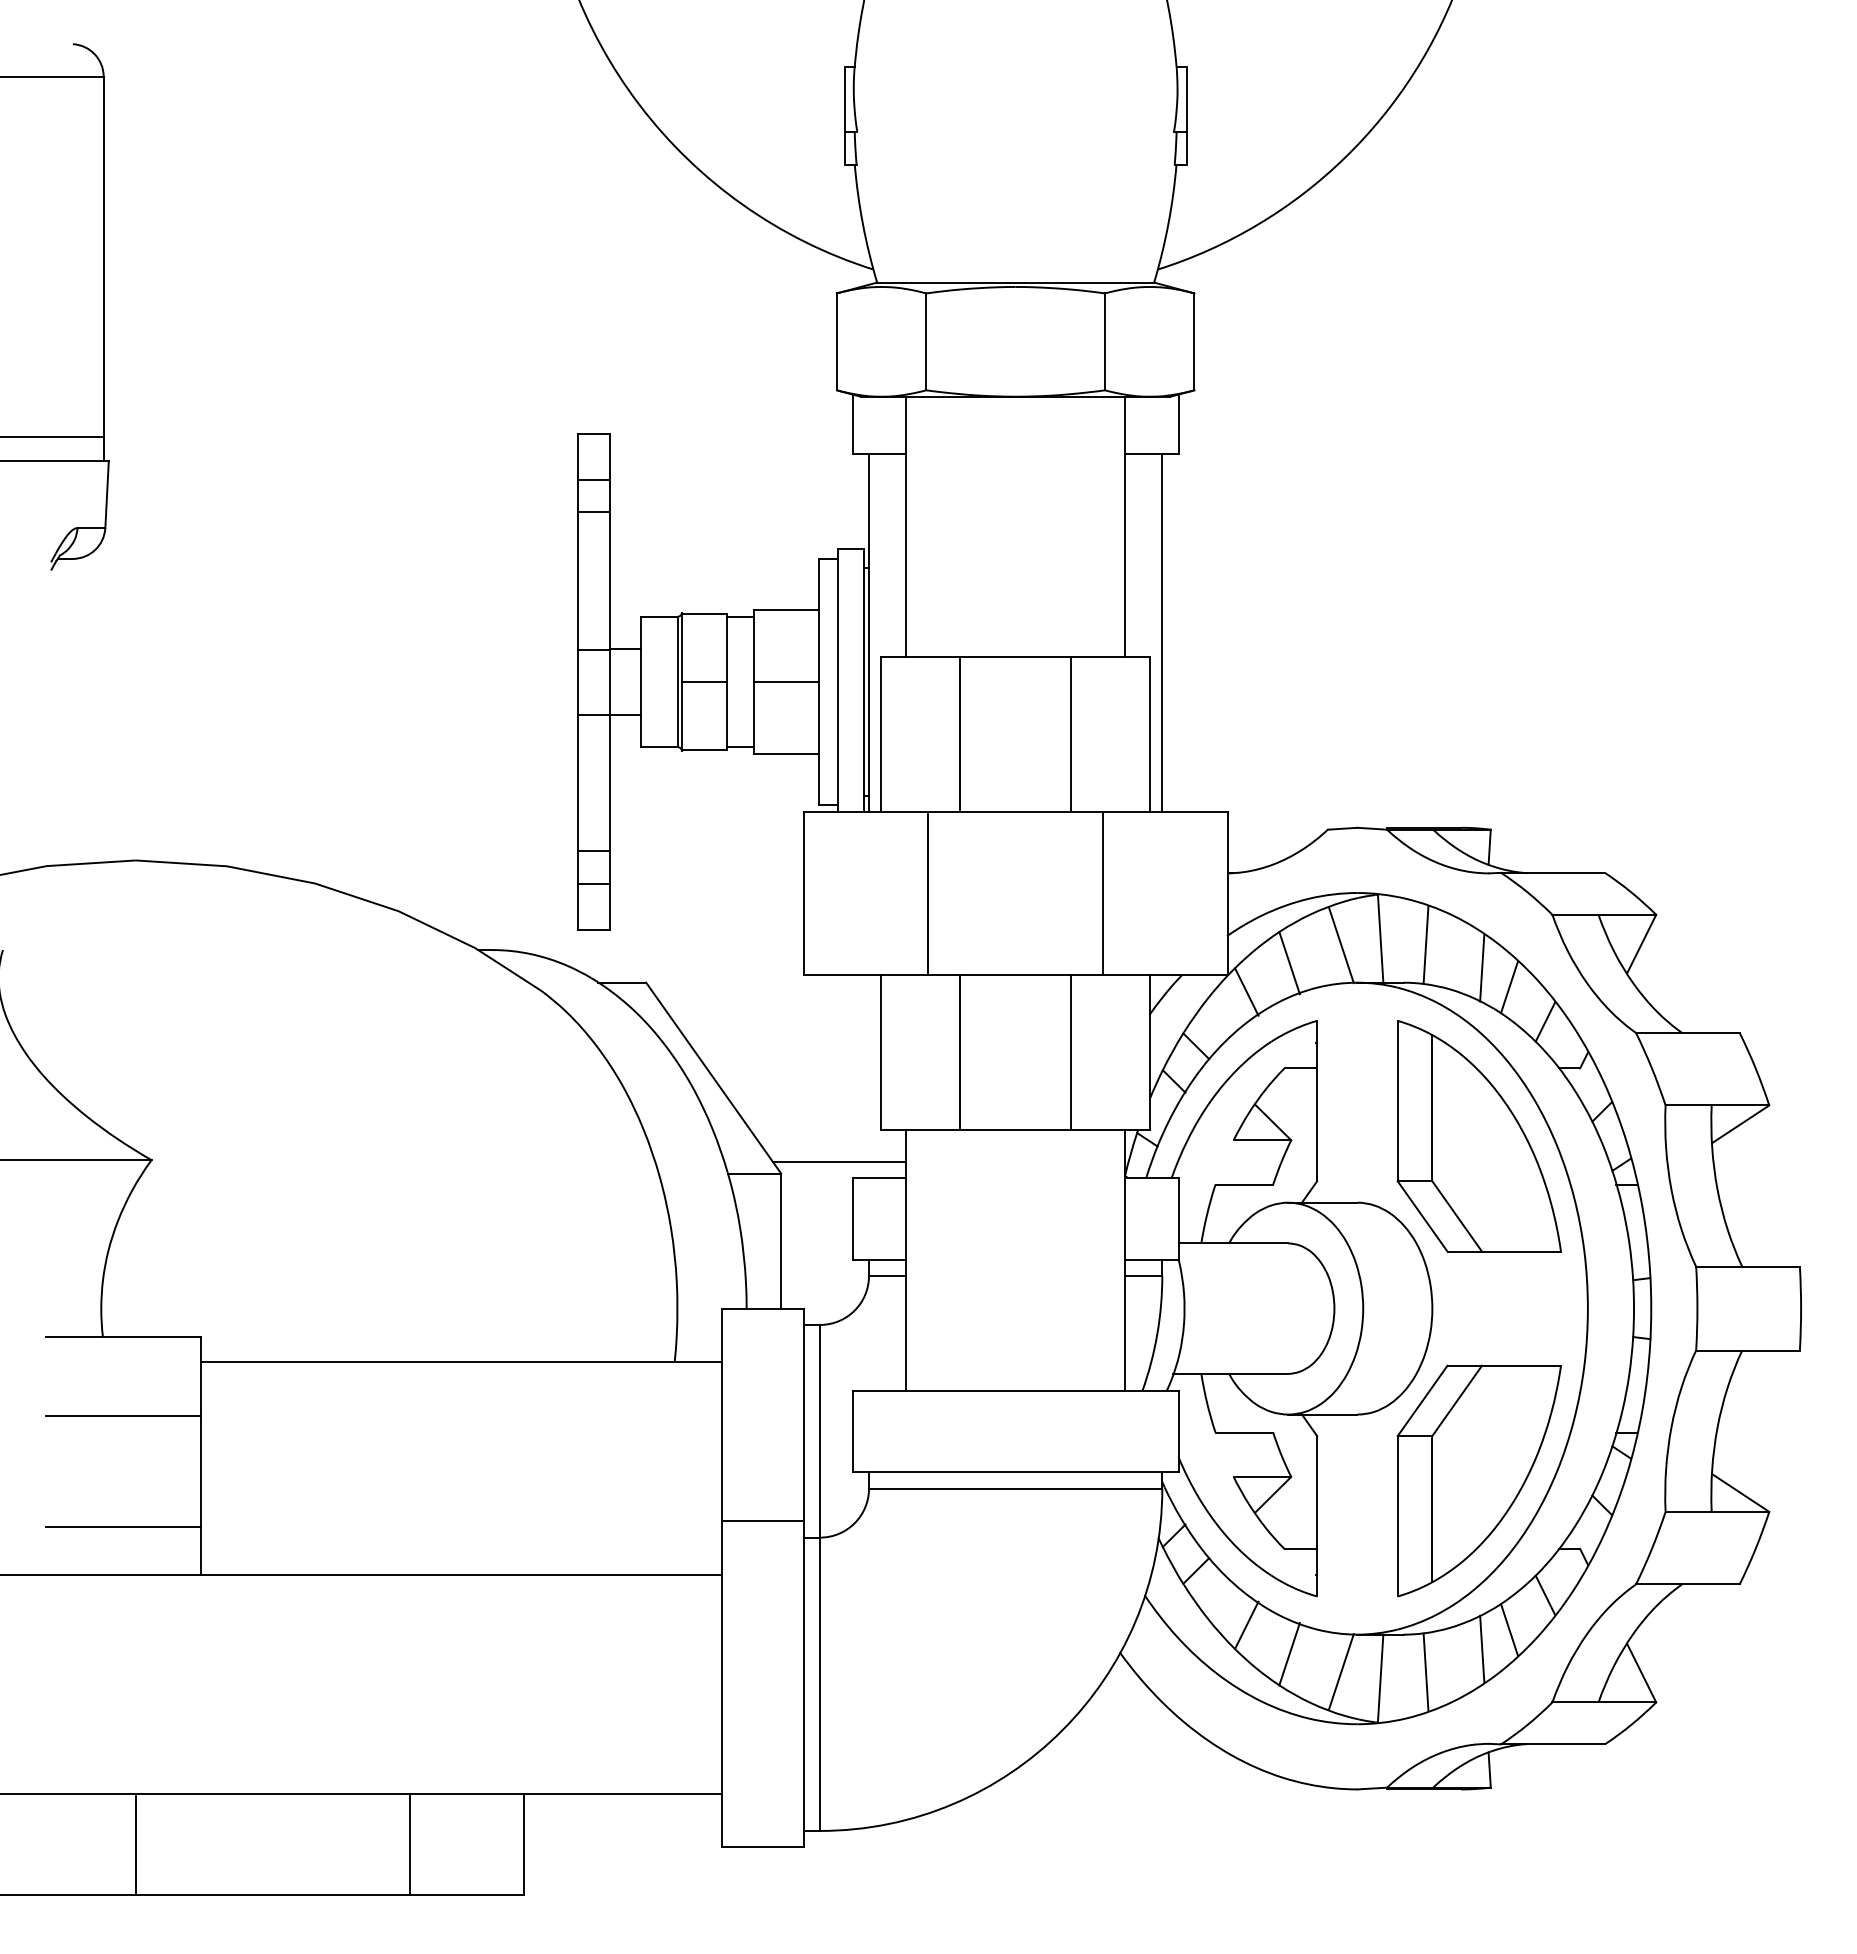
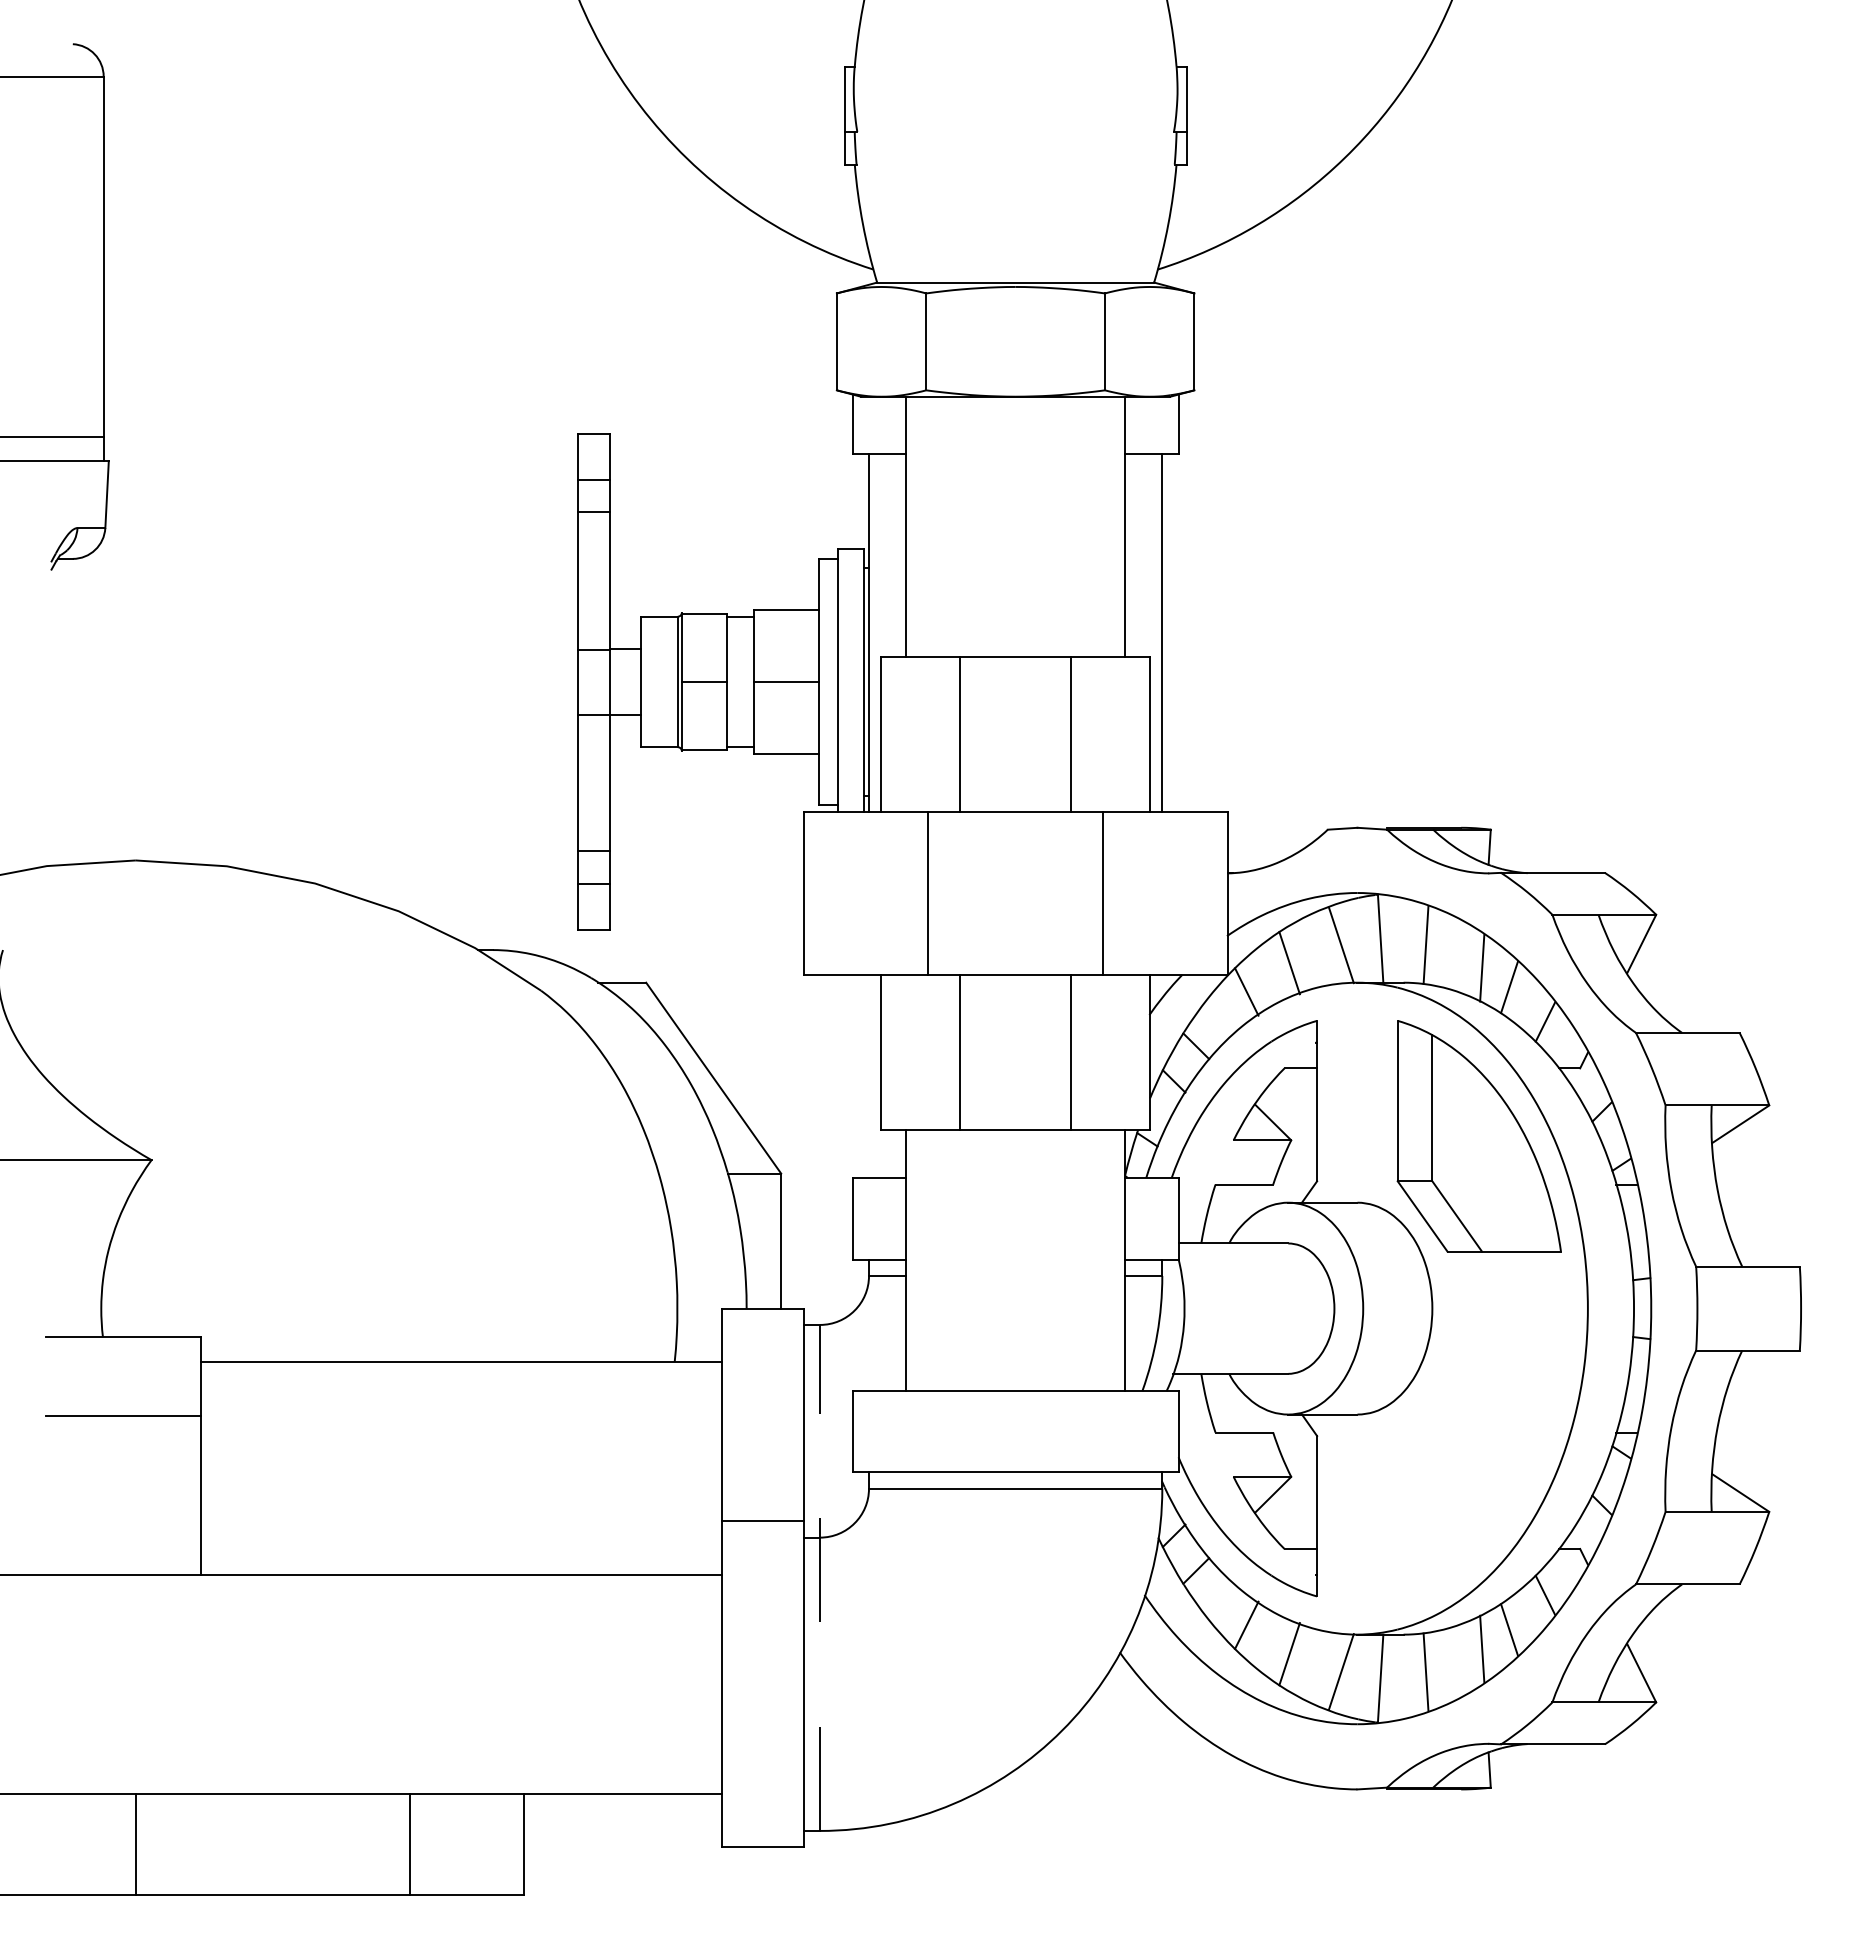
line at (839, 1161): present -> none
part at (1478, 1480): present -> none
line at (122, 1527): present -> none
line at (820, 1577): solid -> dashed
